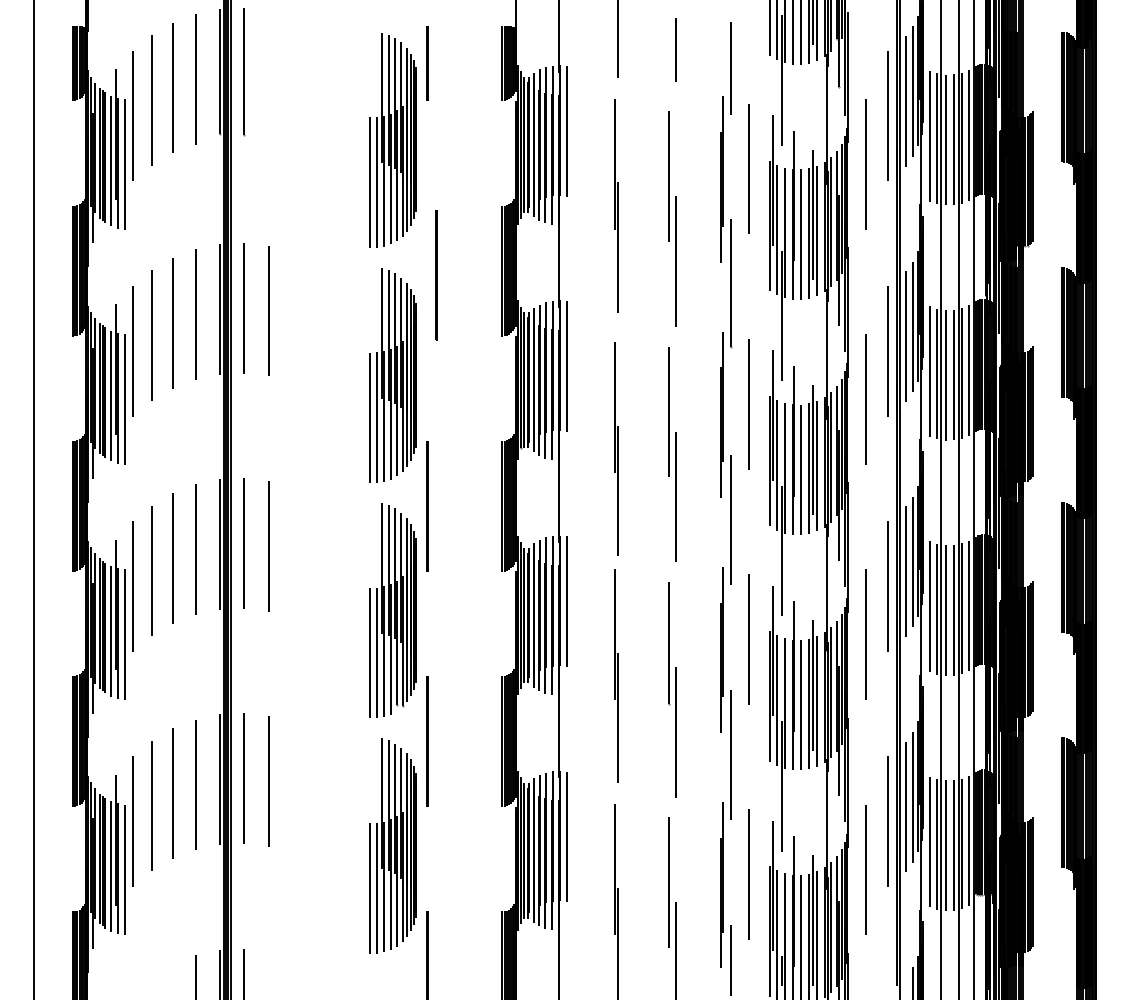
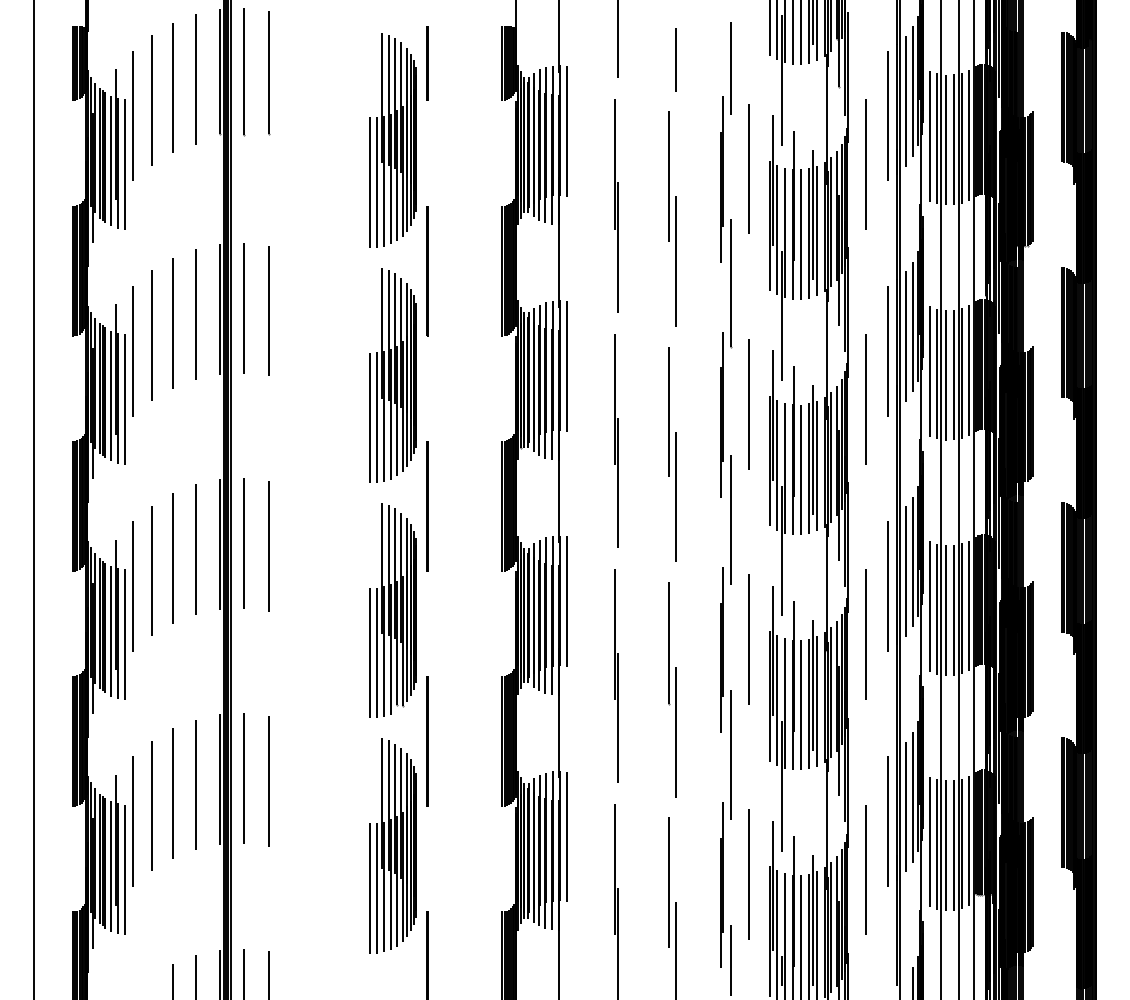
line at (675, 49) position: (675, 49) -> (675, 59)
line at (269, 73): none -> present
line at (436, 275) position: (436, 275) -> (427, 271)
part at (616, 448) position: (616, 448) -> (616, 440)
line at (268, 973): none -> present
line at (172, 979): none -> present
